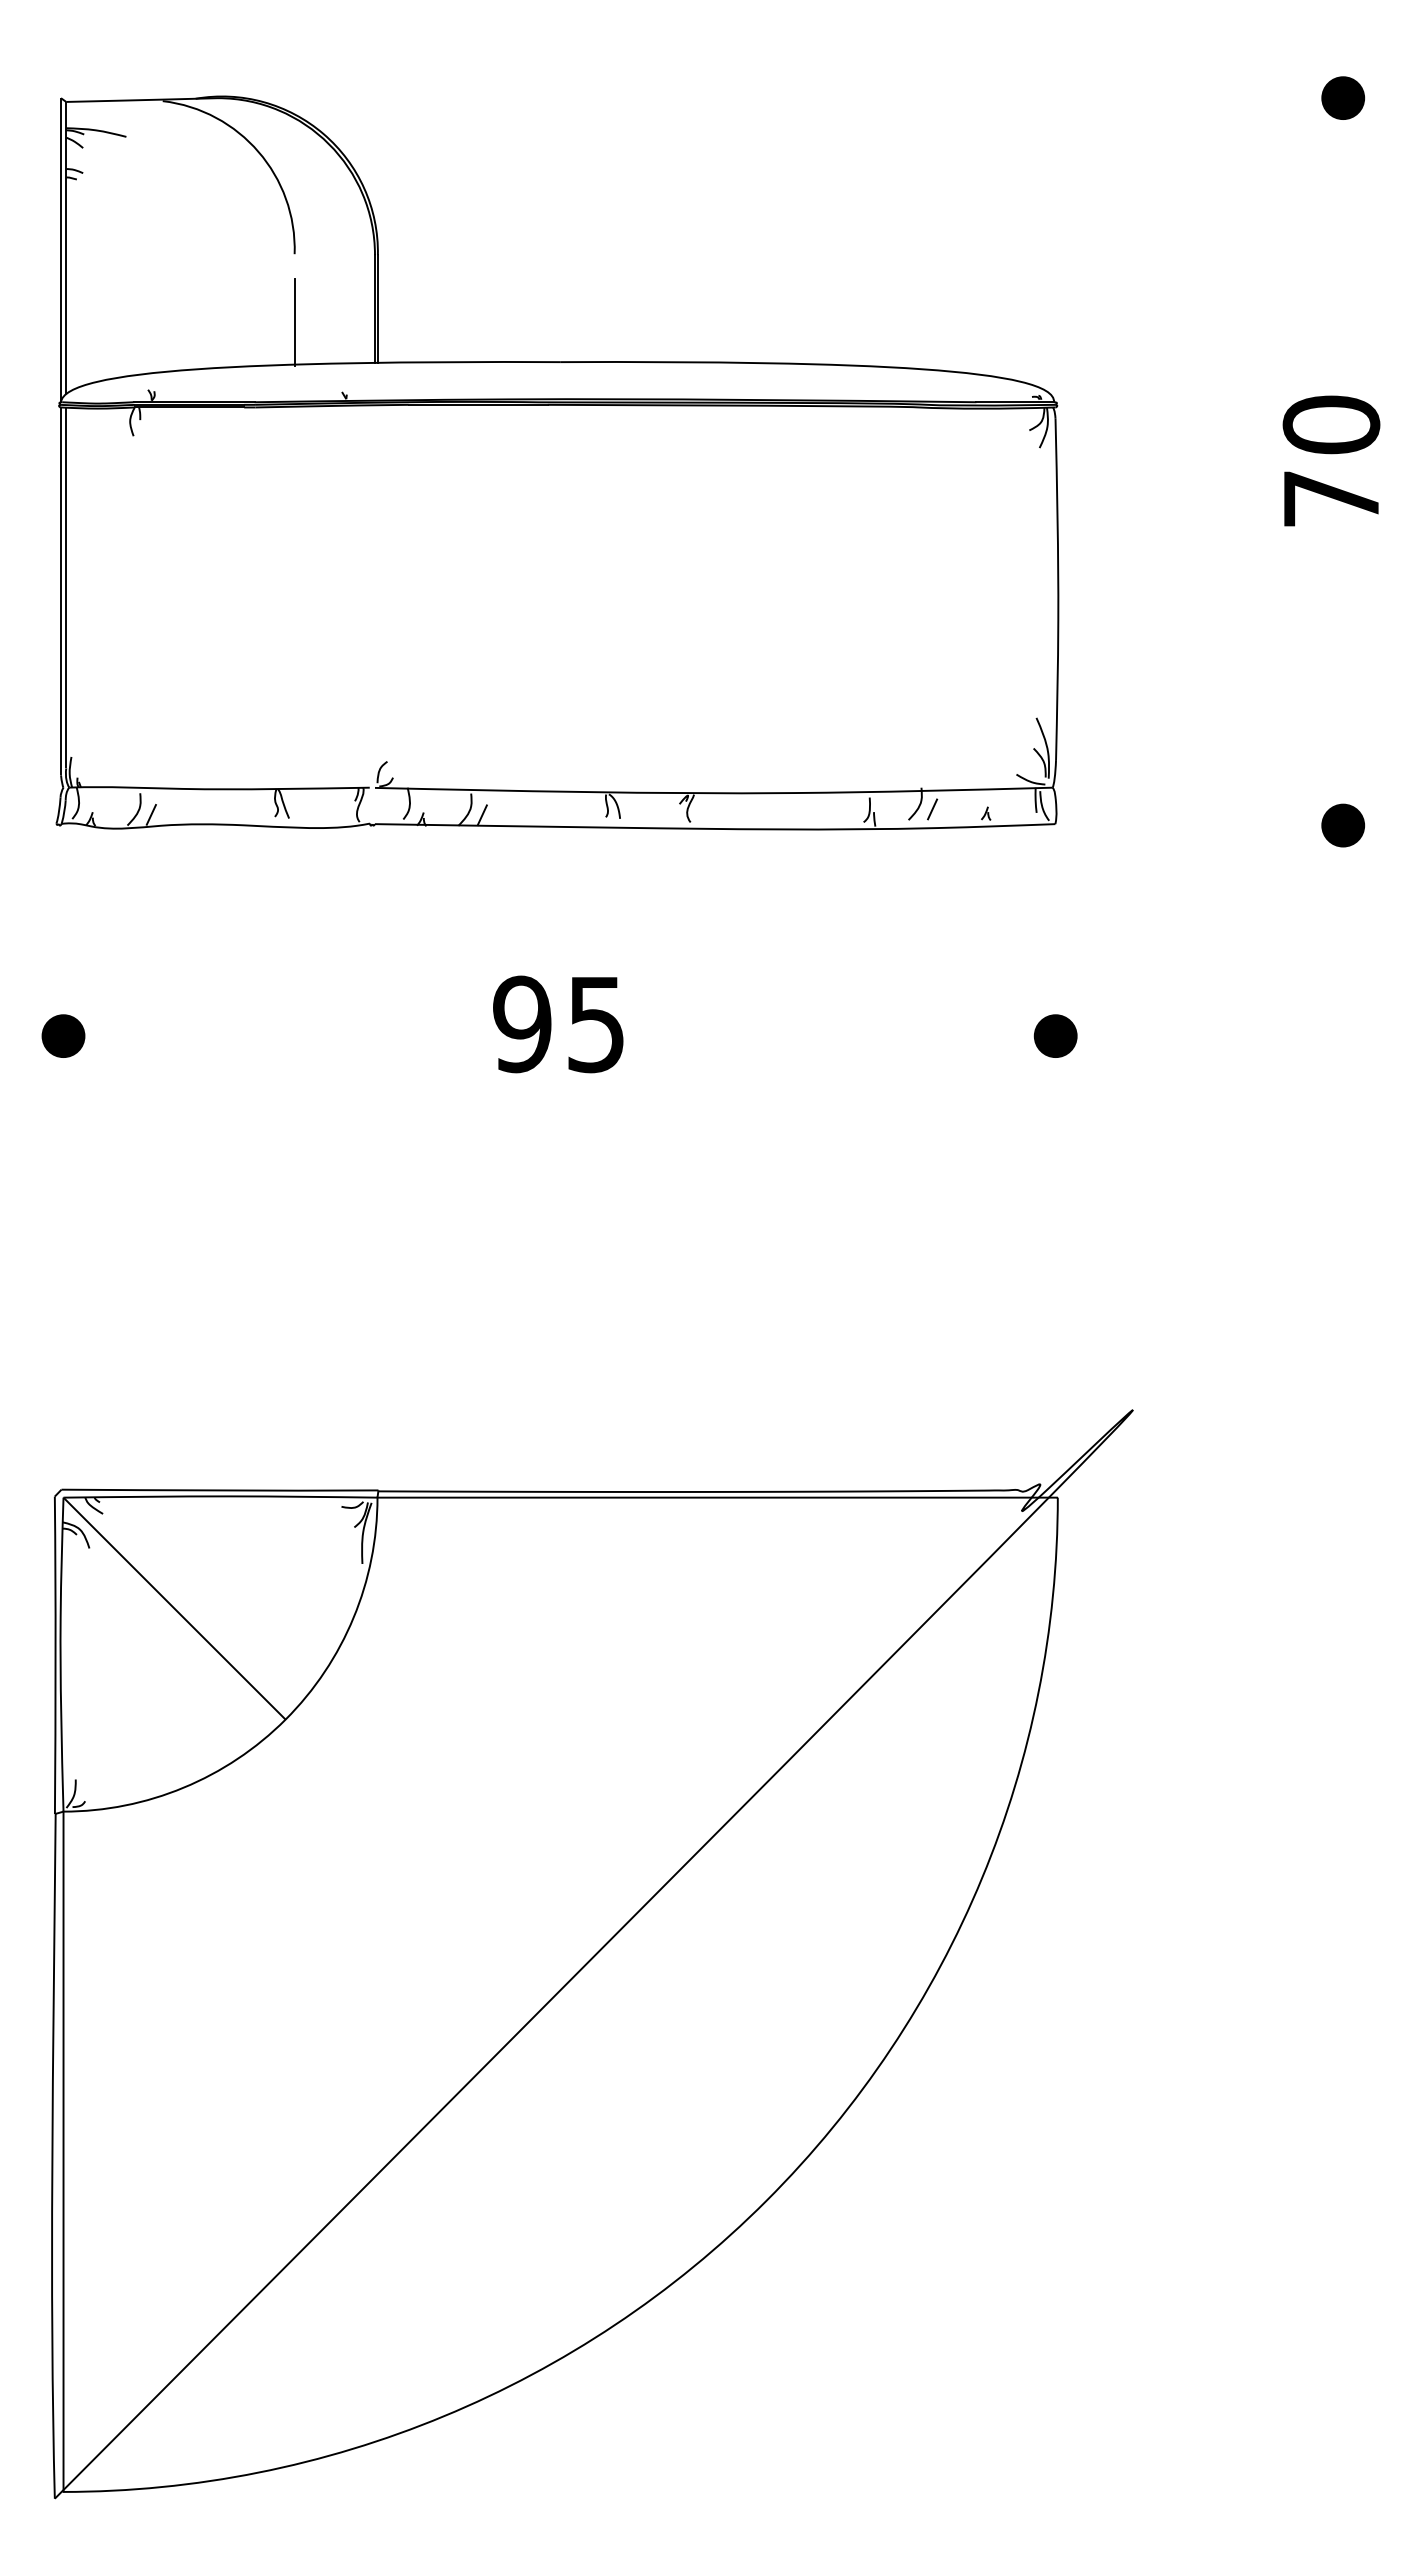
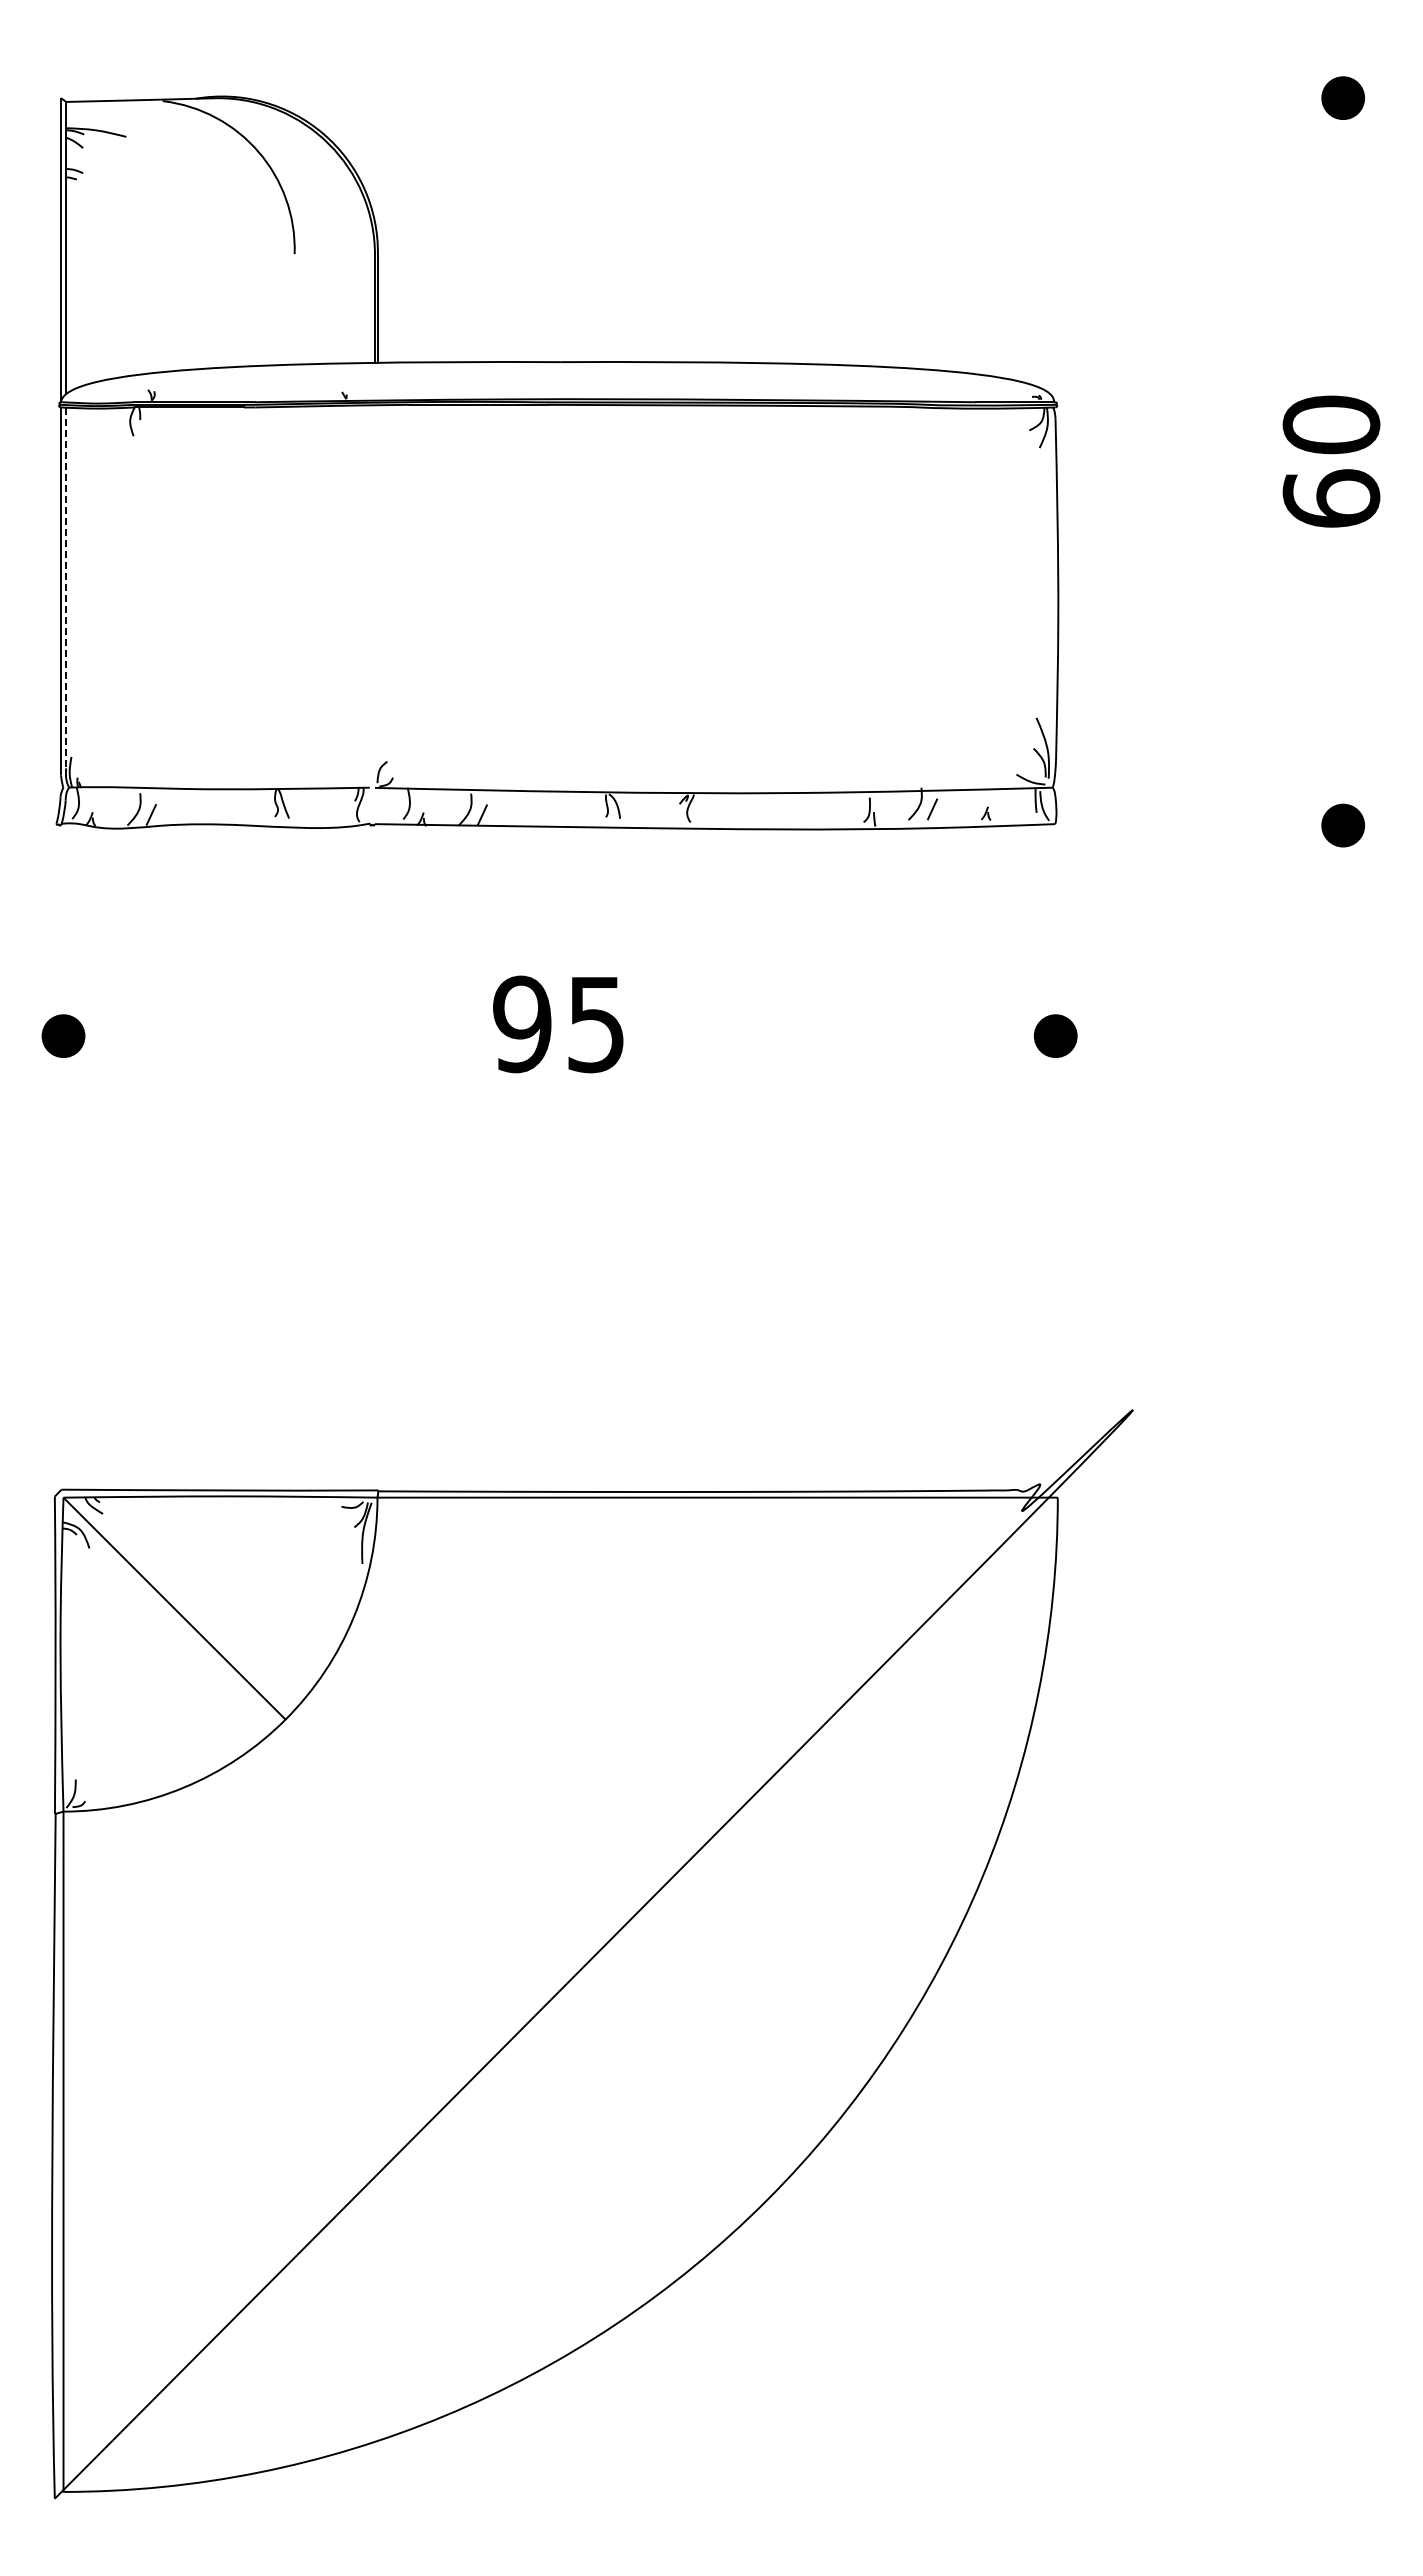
line at (294, 321): present -> none
text at (1331, 498): 70 -> 60
line at (66, 588): solid -> dashed
